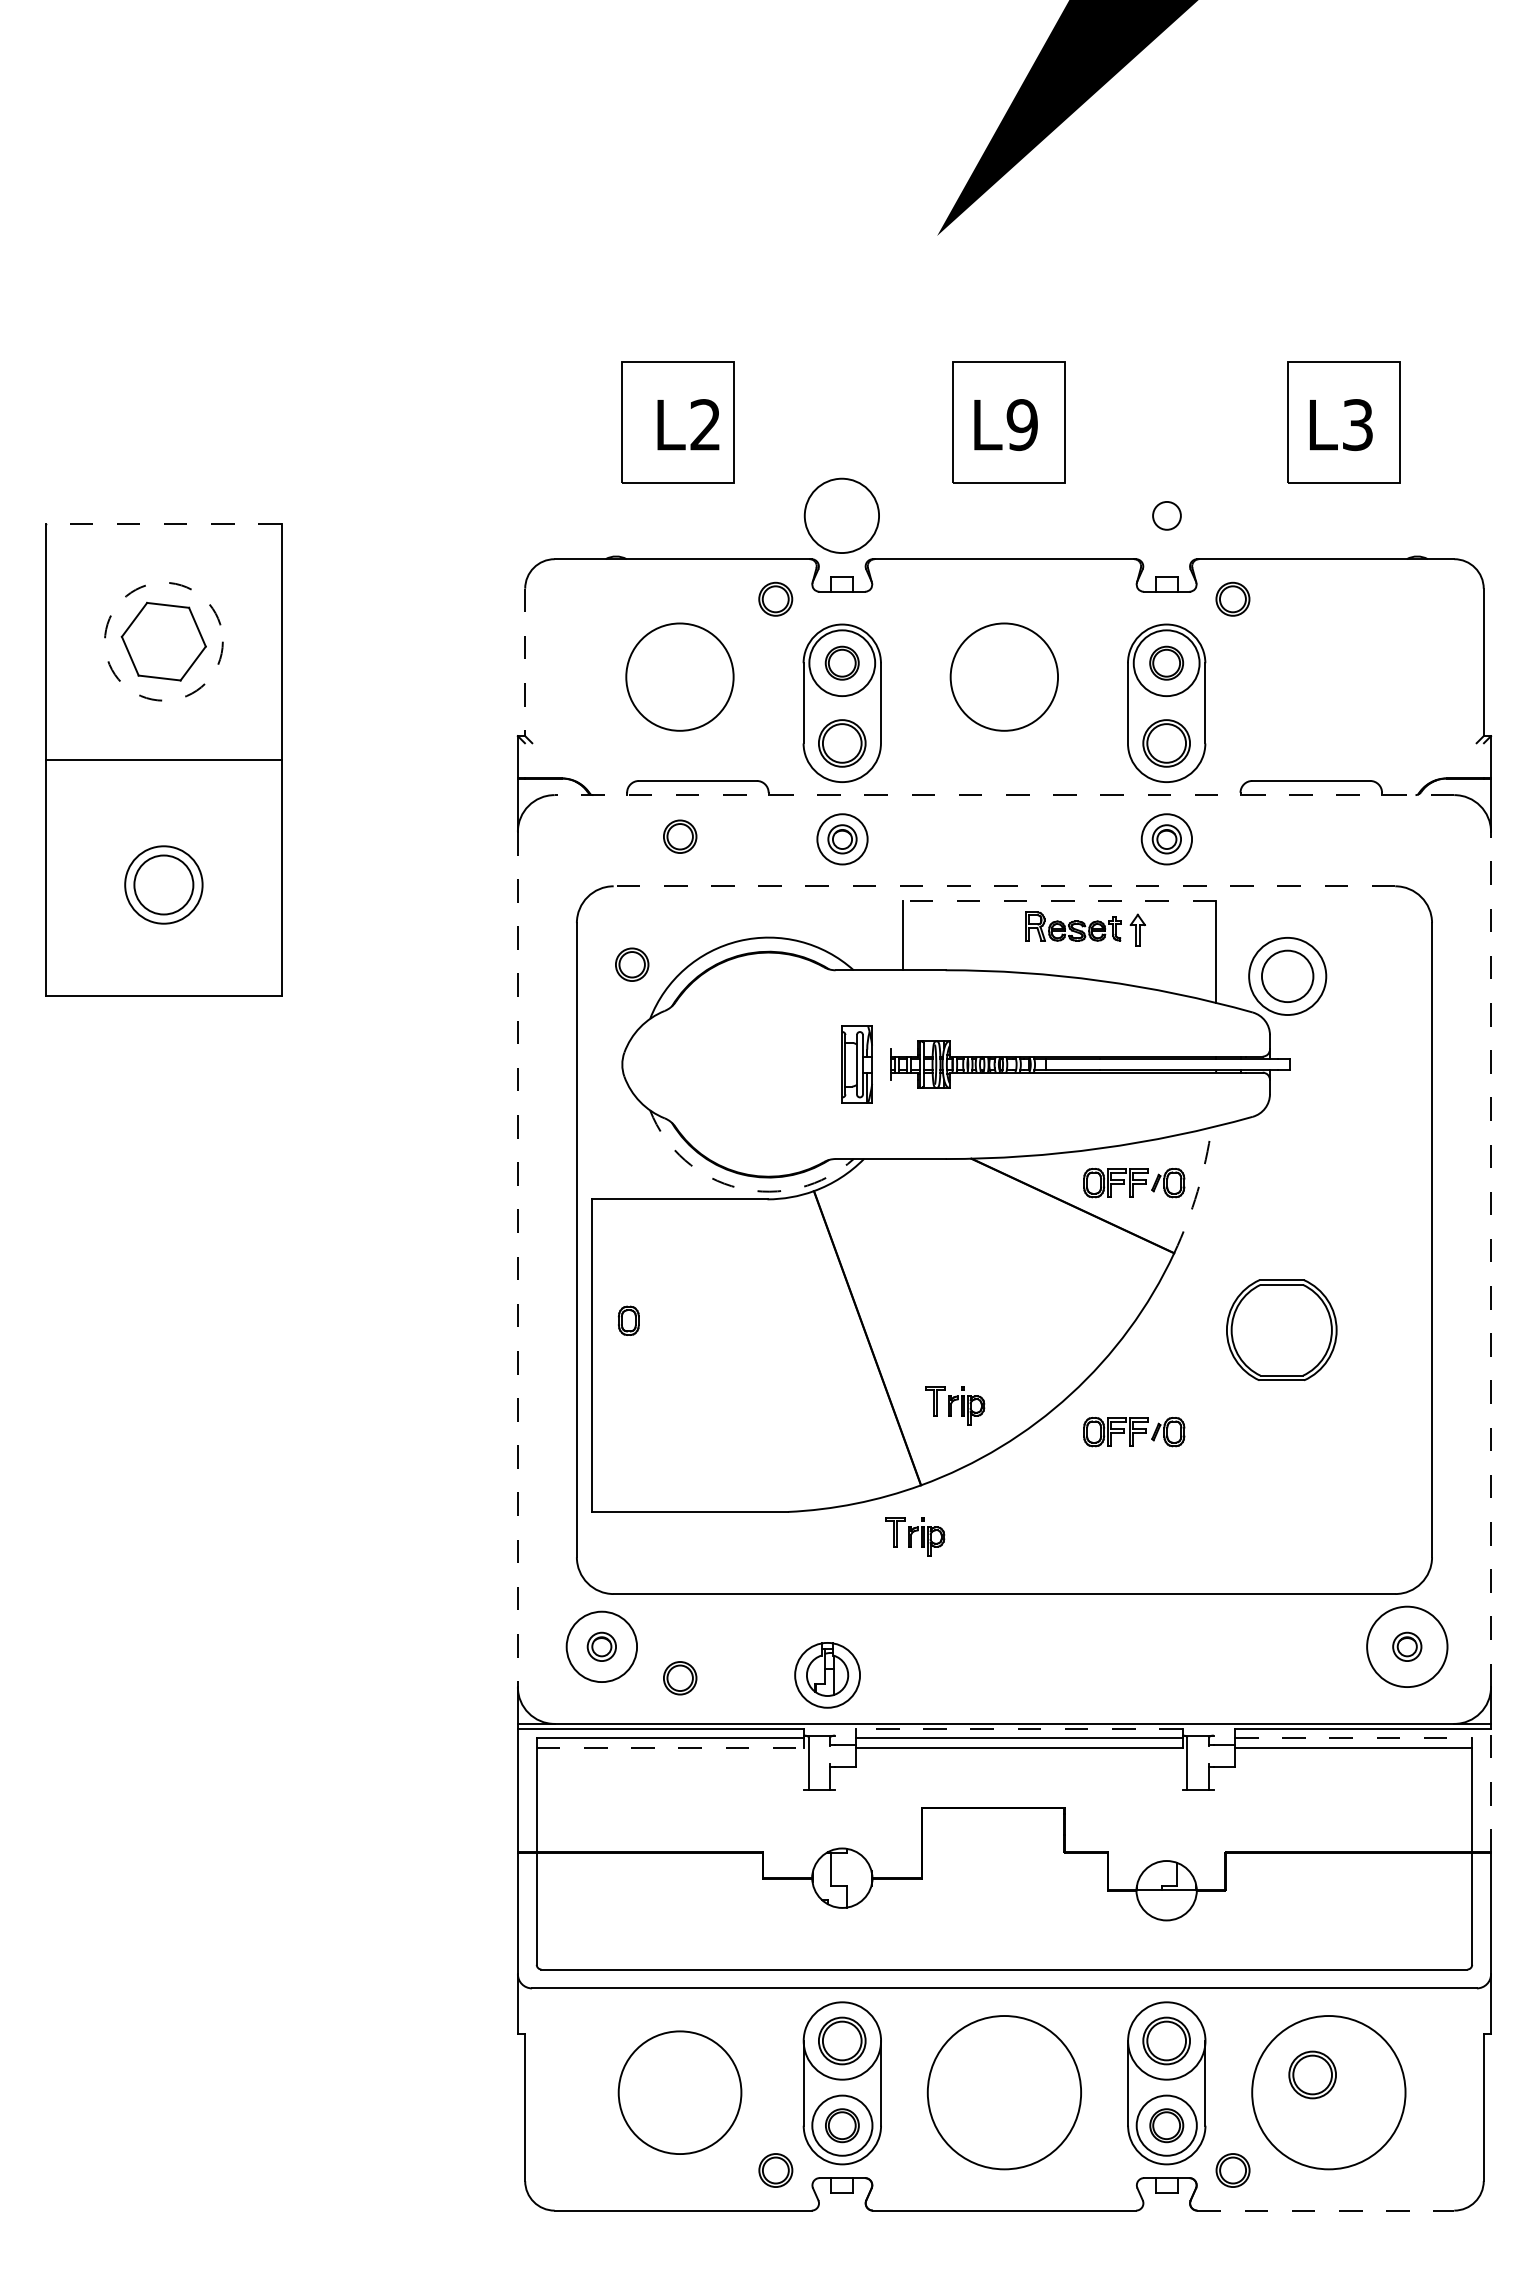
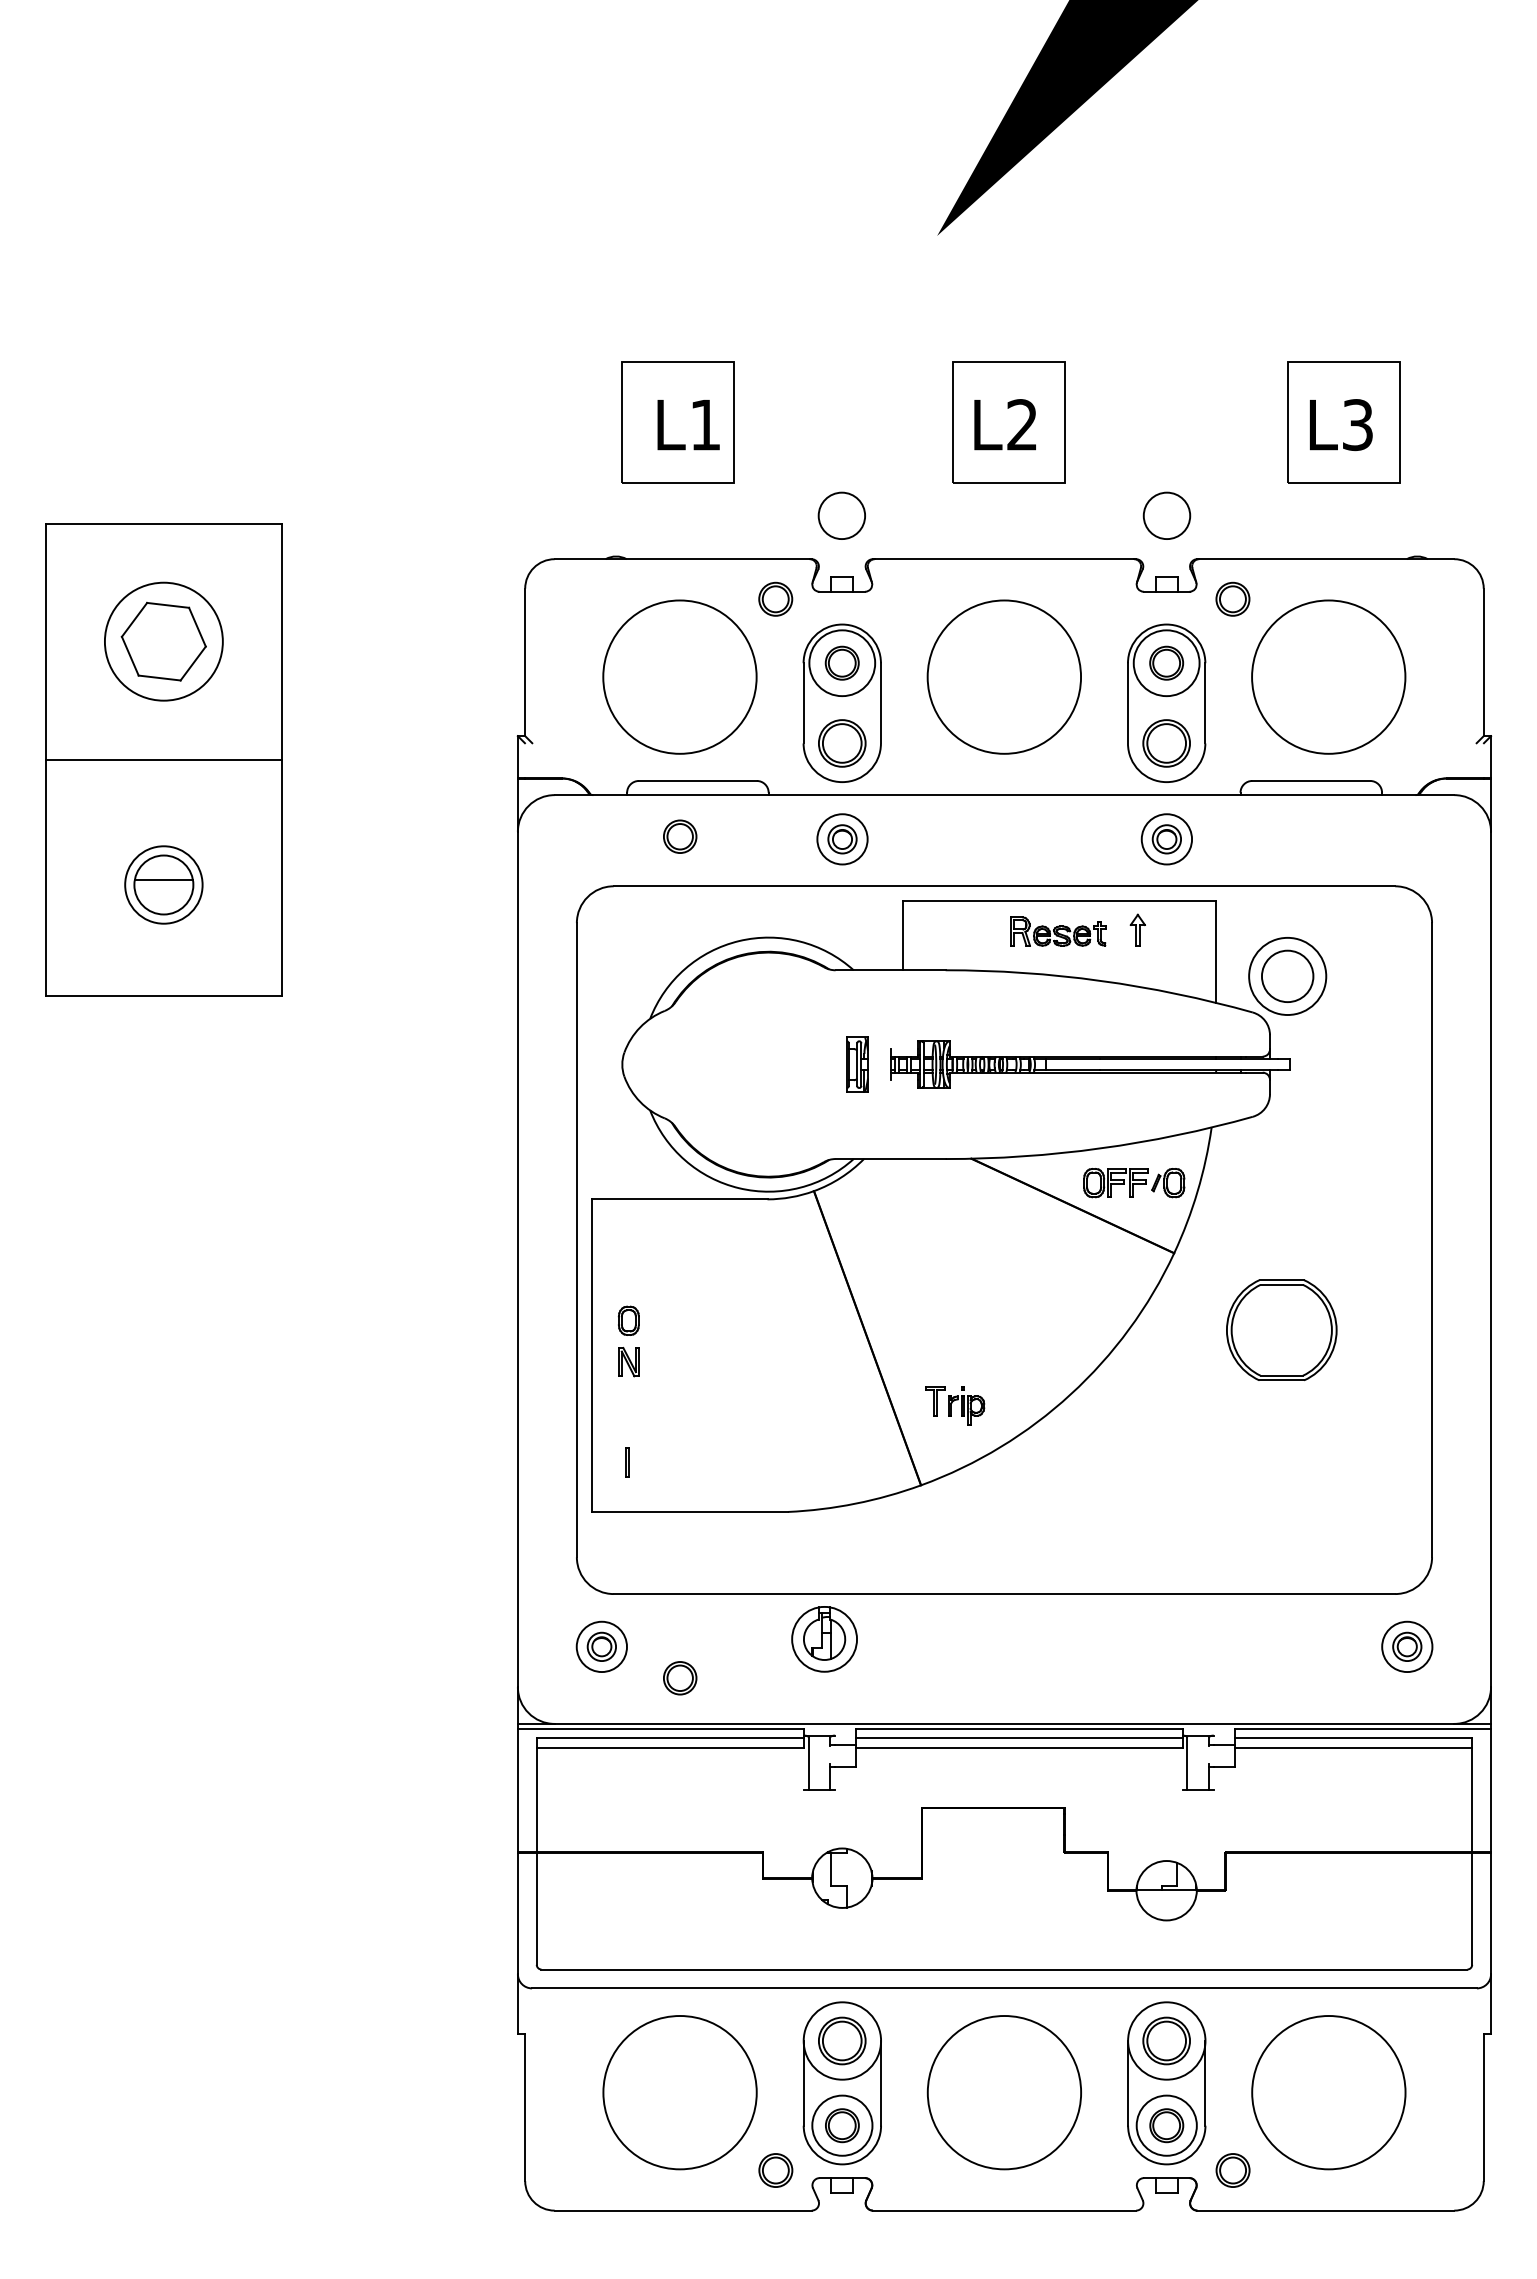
text at (704, 424): L2 -> L1
text at (1021, 425): L9 -> L2
circle at (841, 515) diameter: 74 px -> 46 px
circle at (1166, 515) diameter: 28 px -> 46 px
line at (163, 523): dashed -> solid
circle at (163, 641): dashed -> solid
line at (525, 662): dashed -> solid
circle at (679, 676) diameter: 107 px -> 153 px
circle at (1004, 676) diameter: 107 px -> 153 px
circle at (1328, 676): none -> present
line at (1004, 795): dashed -> solid
line at (163, 880): none -> present
line at (1004, 886): dashed -> solid
line at (1059, 900): dashed -> solid
part at (1073, 926) position: (1073, 926) -> (1058, 931)
part at (632, 964): present -> none
part at (856, 1064) size: 32x79 px -> 23x57 px
arc at (739, 1188): dashed -> solid
arc at (1197, 1191): dashed -> solid
line at (517, 1259): dashed -> solid
line at (1491, 1259): dashed -> solid
part at (628, 1362): none -> present
part at (1134, 1432): present -> none
line at (626, 1462): none -> present
part at (915, 1536): present -> none
circle at (601, 1646) diameter: 70 px -> 50 px
circle at (1407, 1646) diameter: 80 px -> 50 px
part at (827, 1675) position: (827, 1675) -> (824, 1639)
line at (1019, 1728): dashed -> solid
line at (1353, 1738): dashed -> solid
line at (670, 1747): dashed -> solid
line at (1491, 1790): dashed -> solid
part at (1312, 2074): present -> none
circle at (679, 2092) size: 126x125 px -> 156x156 px
line at (1326, 2210): dashed -> solid
